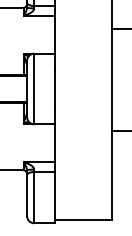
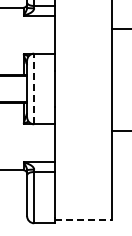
line at (34, 88): solid -> dashed
line at (84, 219): solid -> dashed
